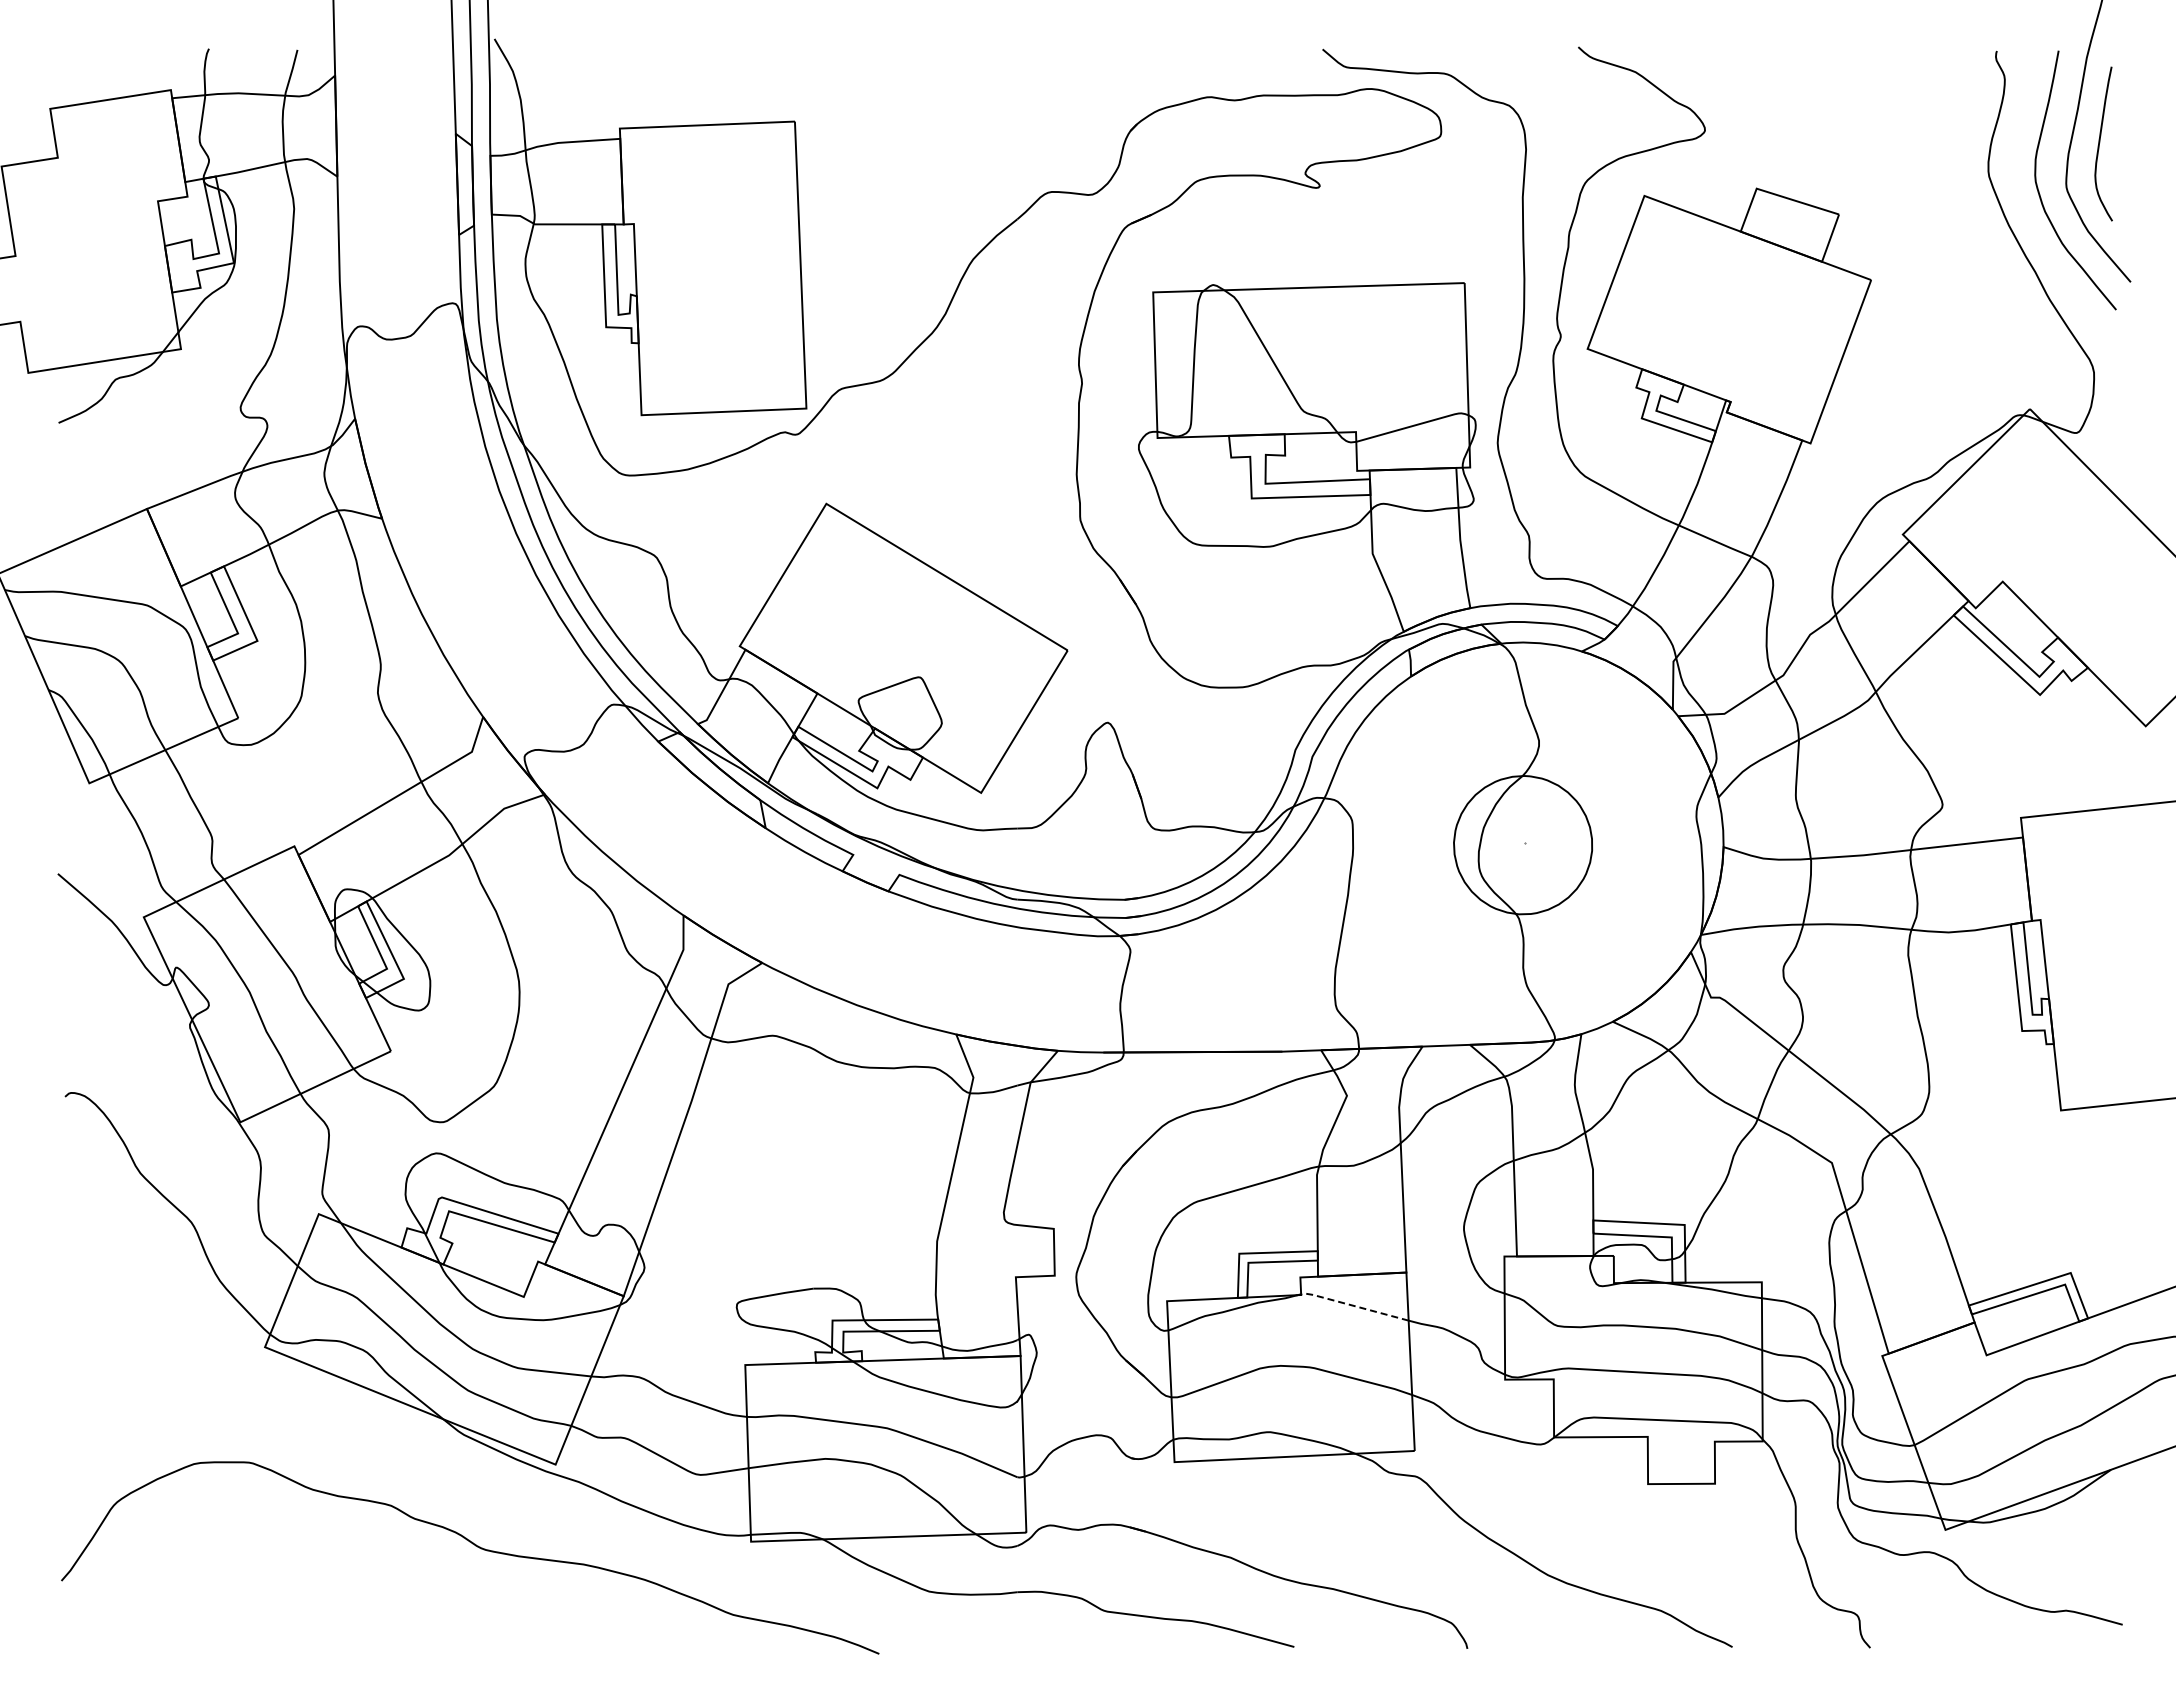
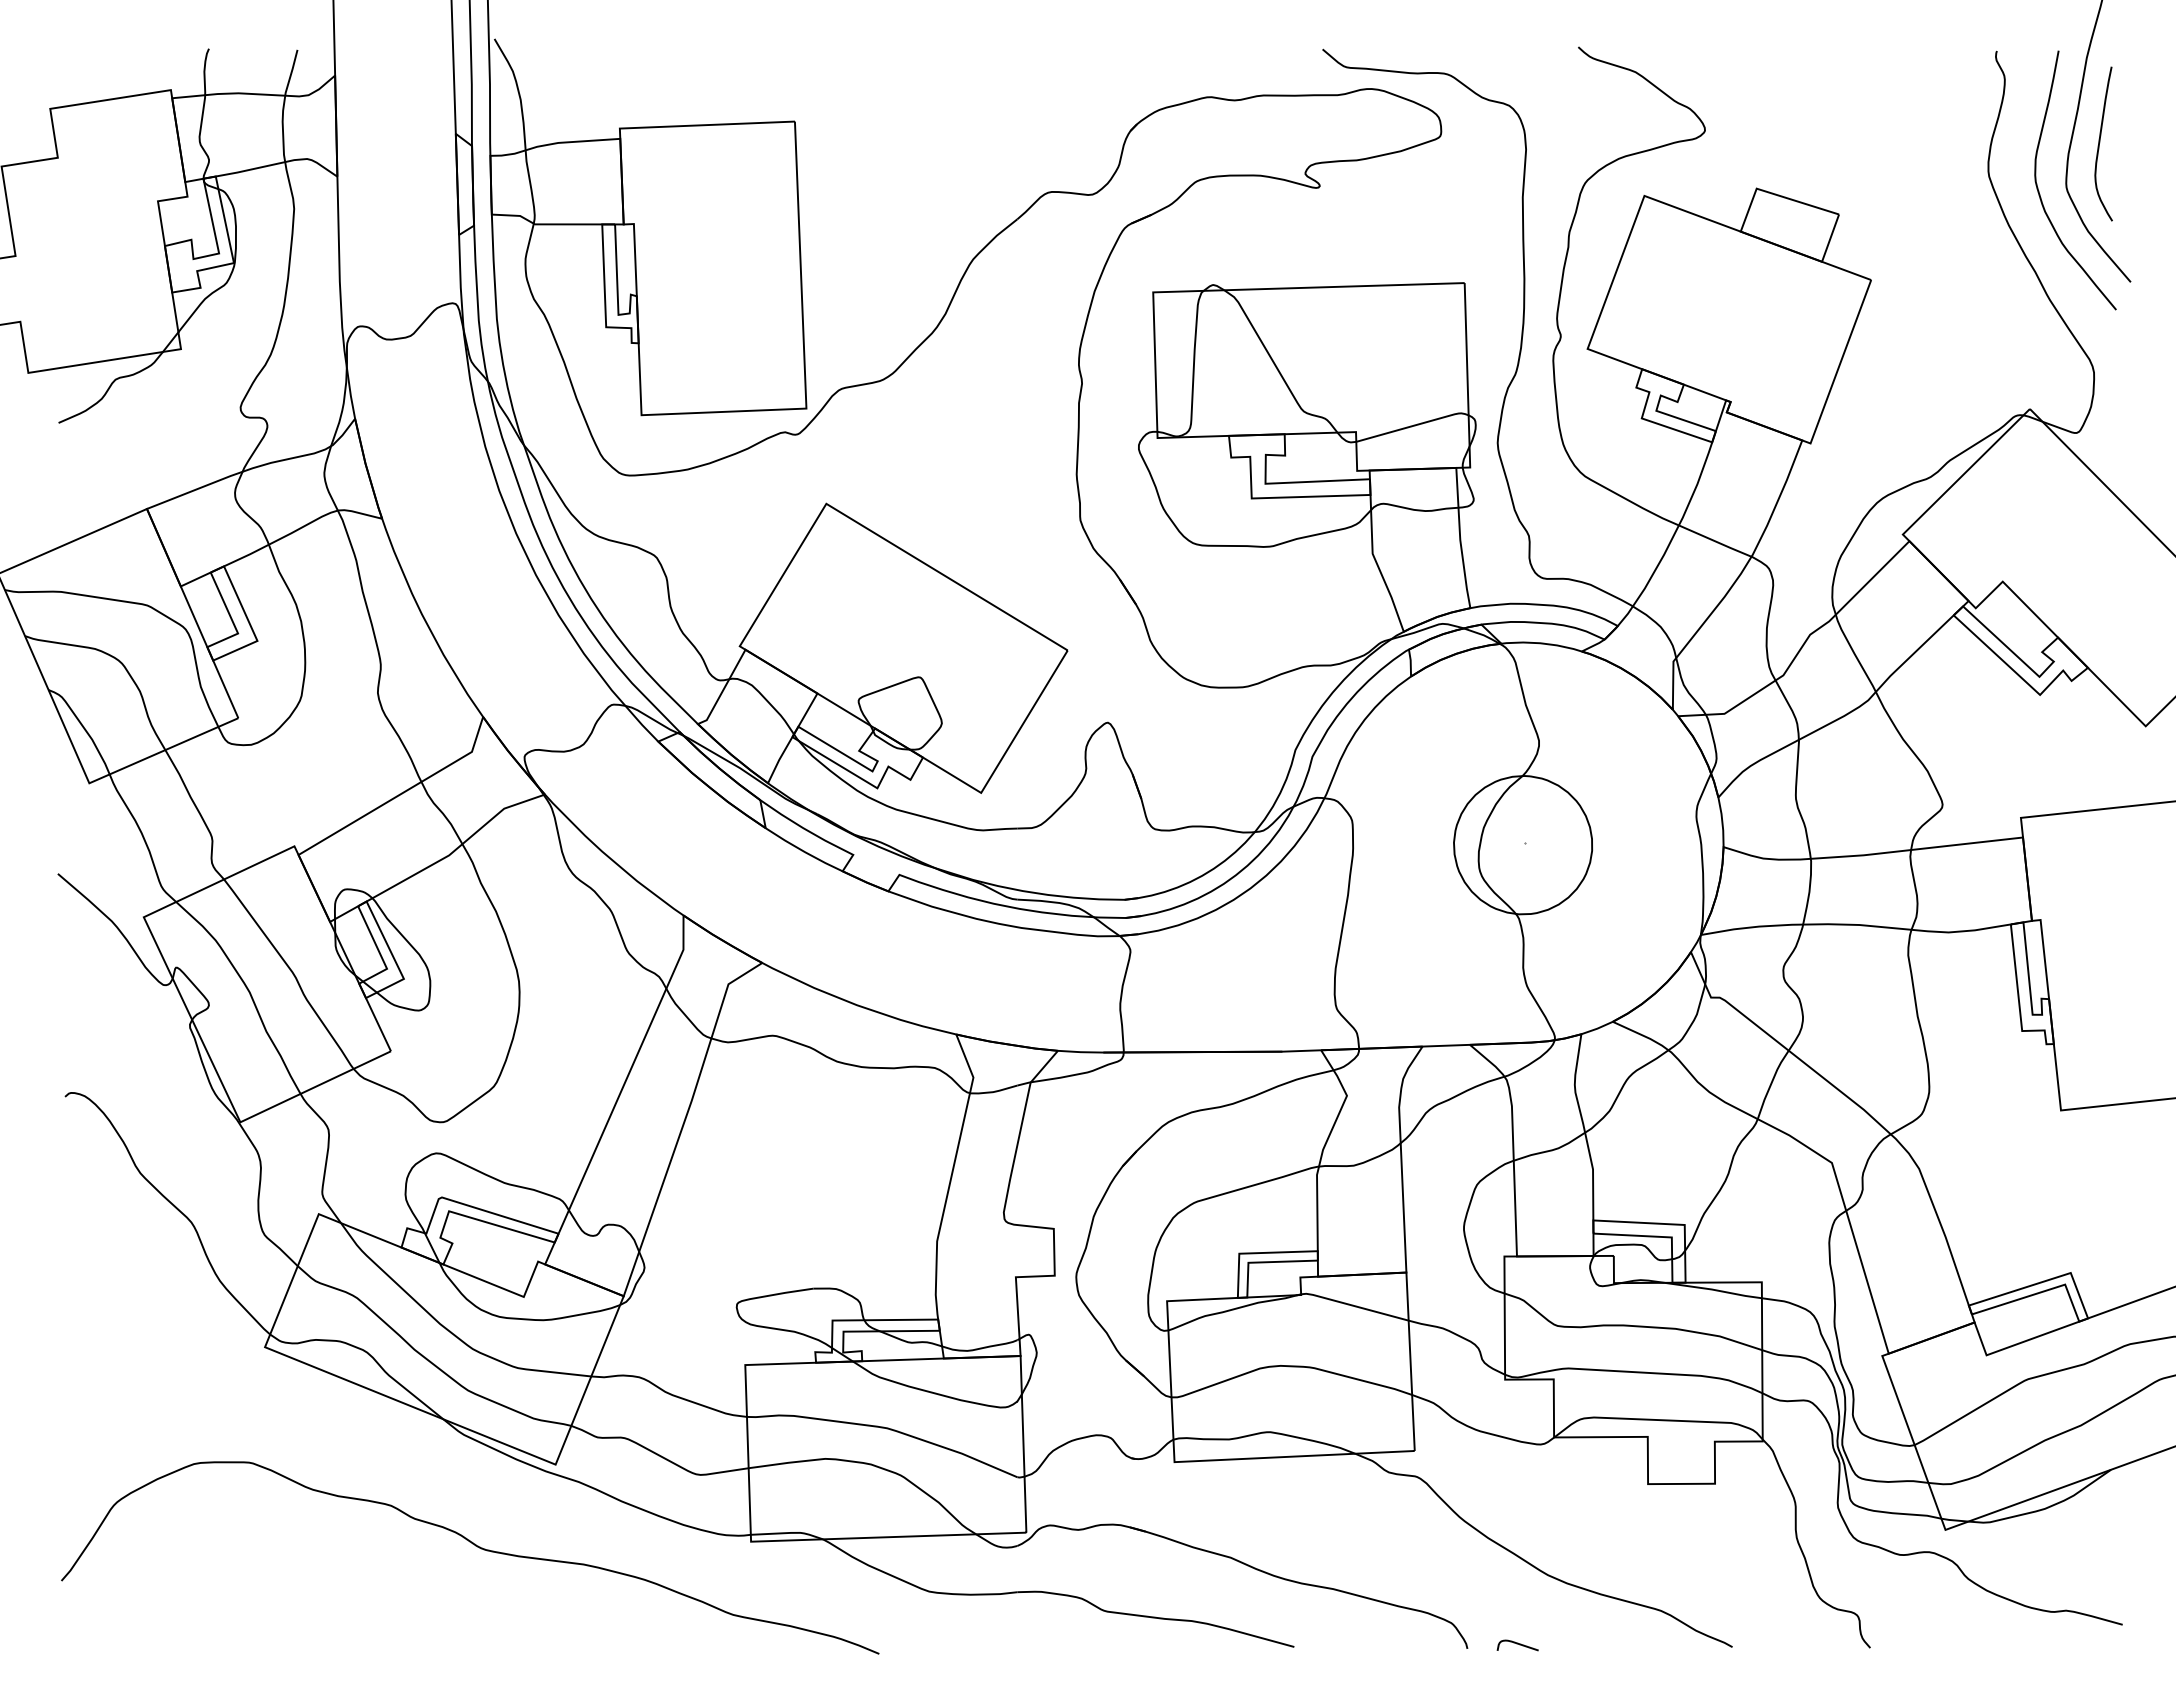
line at (1353, 1305): dashed -> solid
curve at (1517, 1644): none -> present
